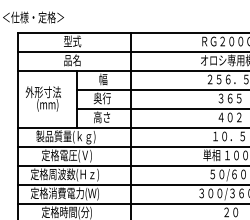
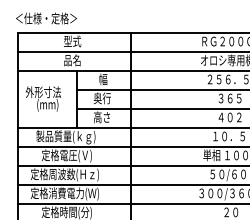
text at (33, 17) position: (33, 17) -> (46, 18)
